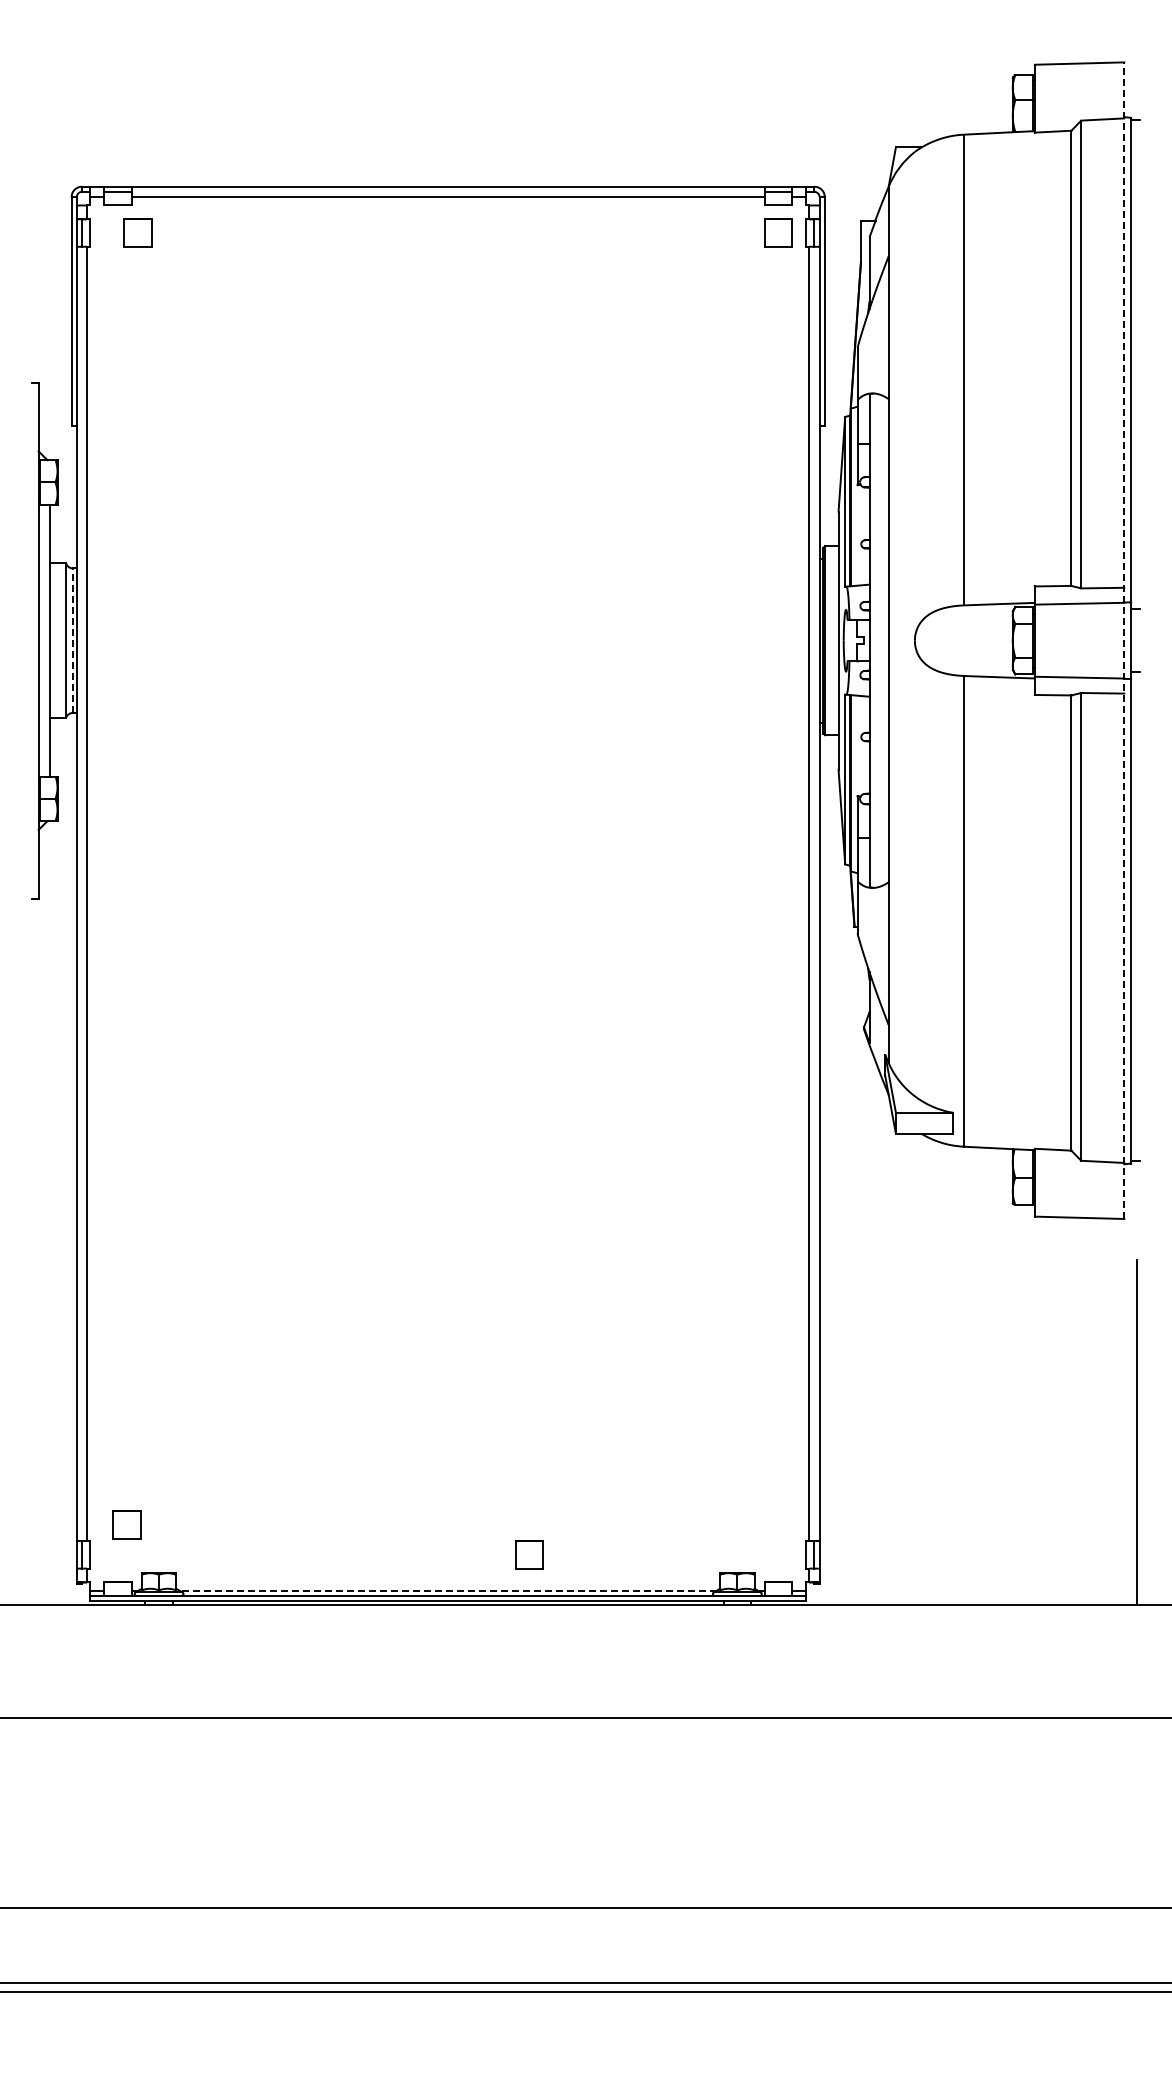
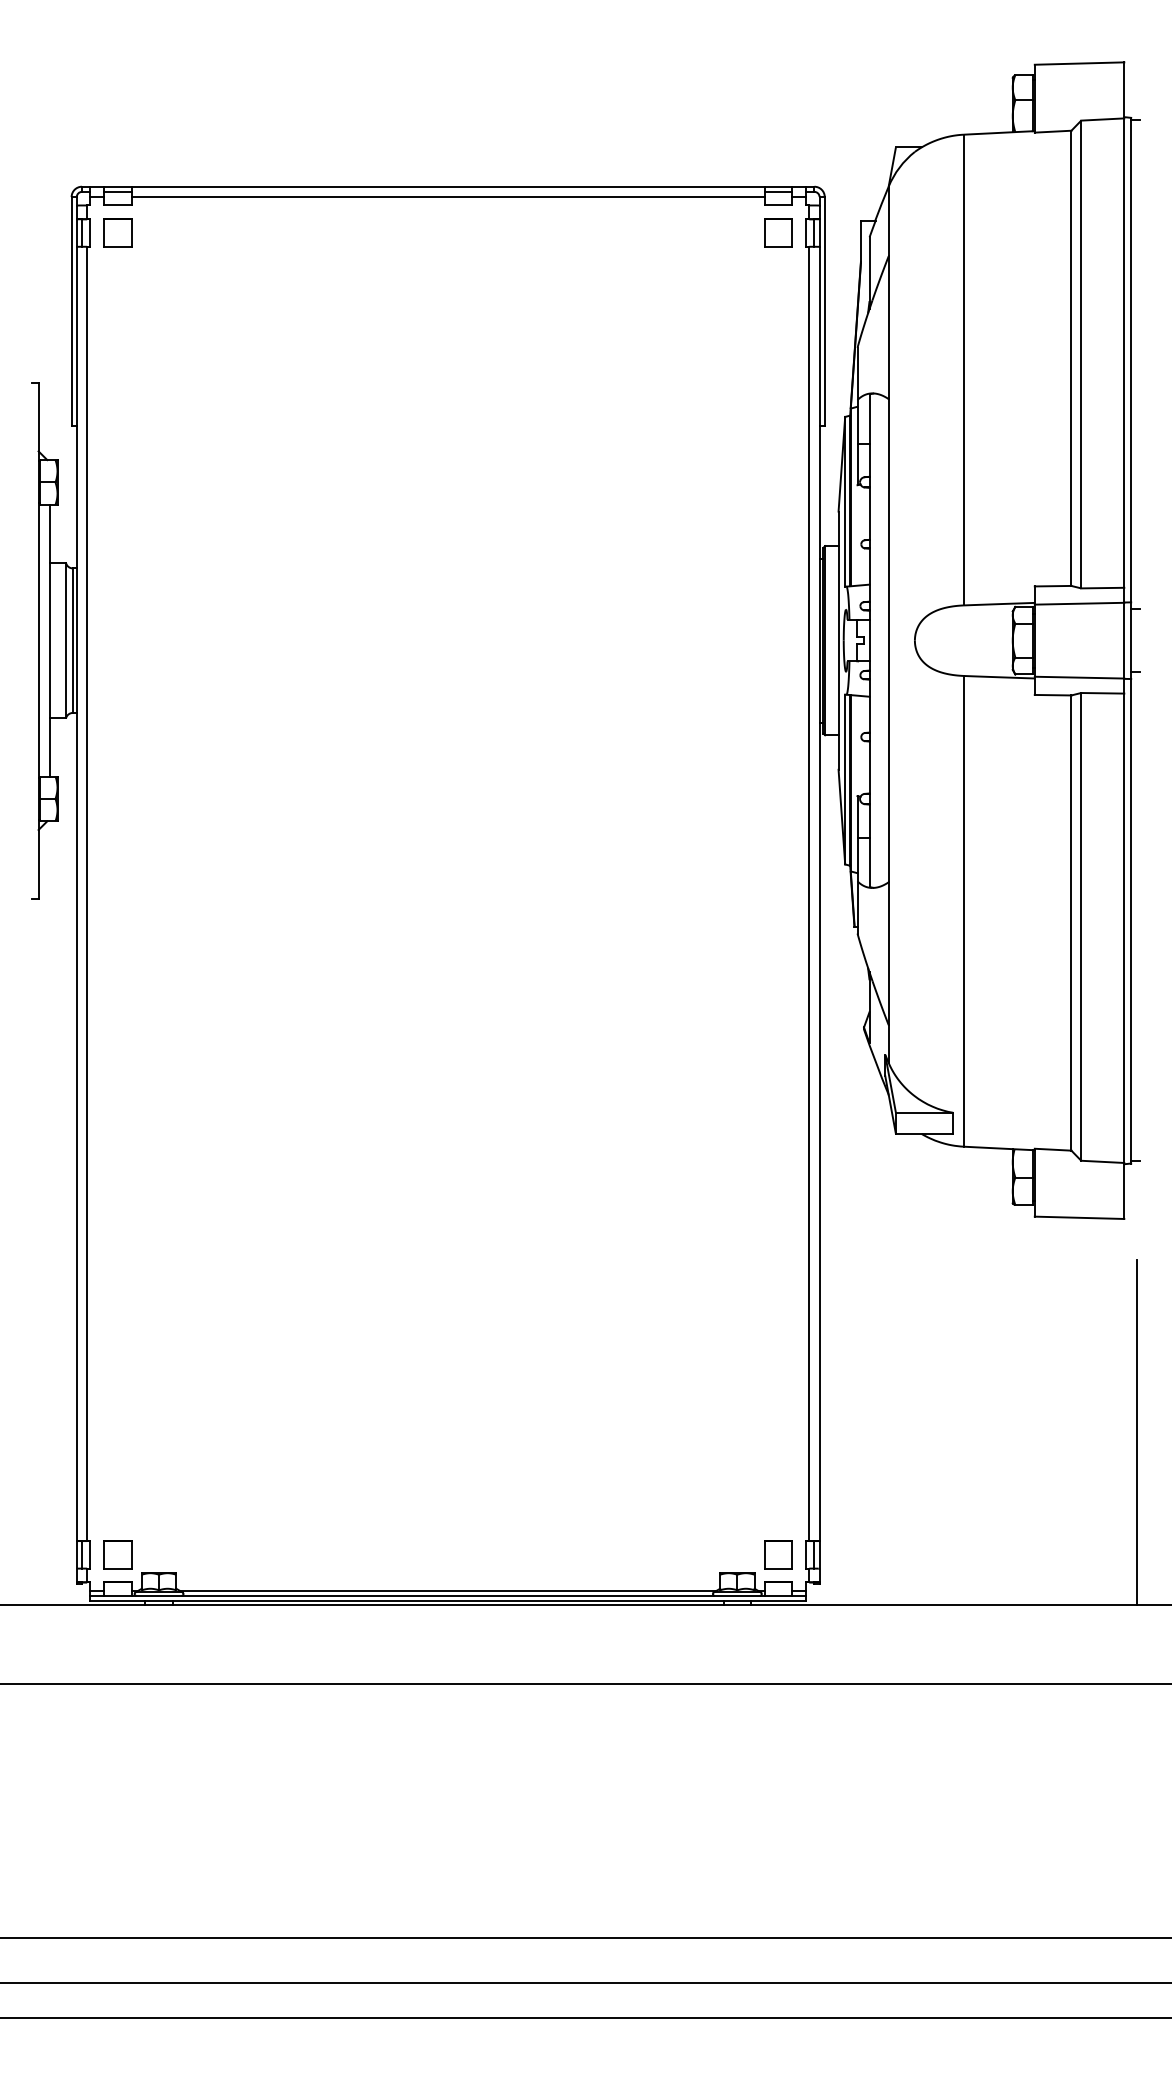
part at (137, 232) position: (137, 232) -> (117, 232)
line at (72, 640): dashed -> solid
line at (1124, 640): dashed -> solid
part at (126, 1524) position: (126, 1524) -> (117, 1554)
part at (529, 1554) position: (529, 1554) -> (778, 1554)
line at (447, 1590): dashed -> solid
line at (585, 1717) position: (585, 1717) -> (585, 1683)
line at (585, 1908) position: (585, 1908) -> (585, 1938)
line at (585, 1991) position: (585, 1991) -> (585, 2017)
